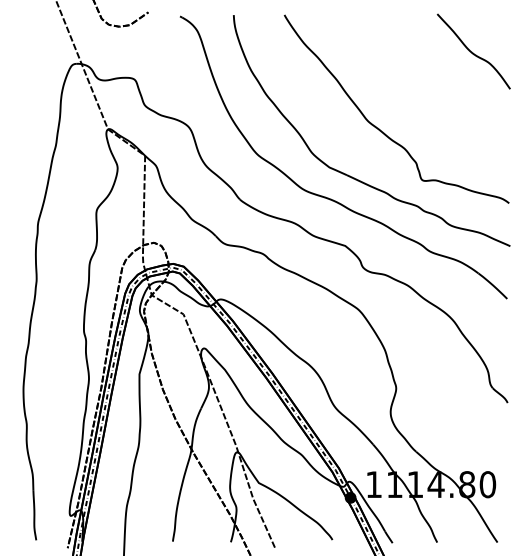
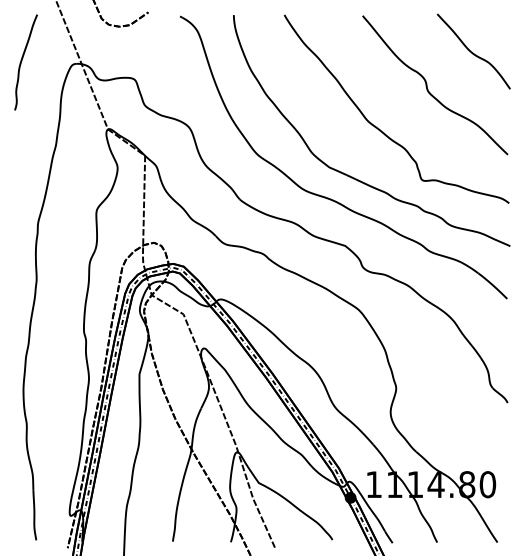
curve at (22, 61): none -> present
curve at (427, 85): none -> present
